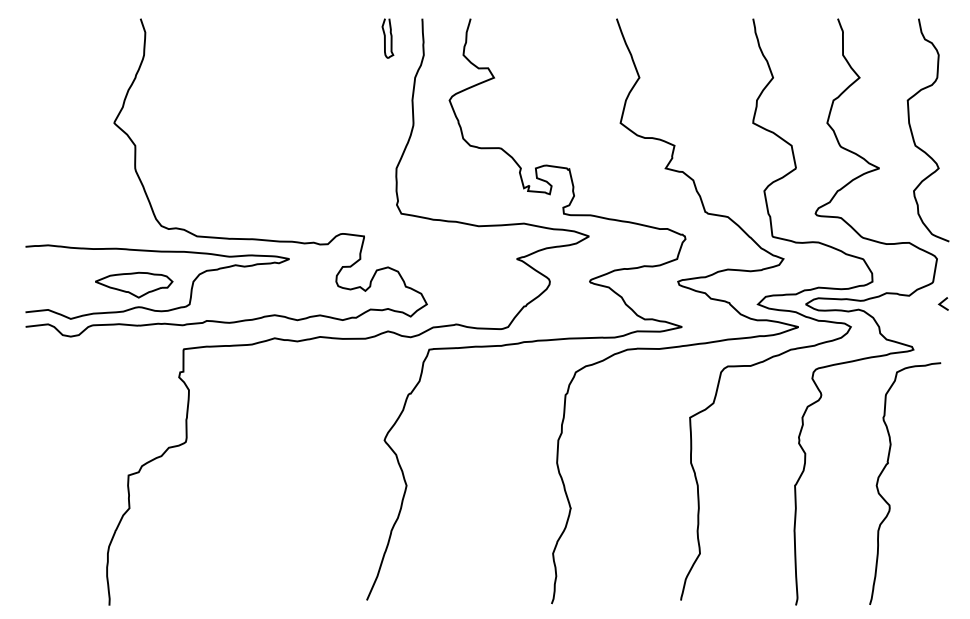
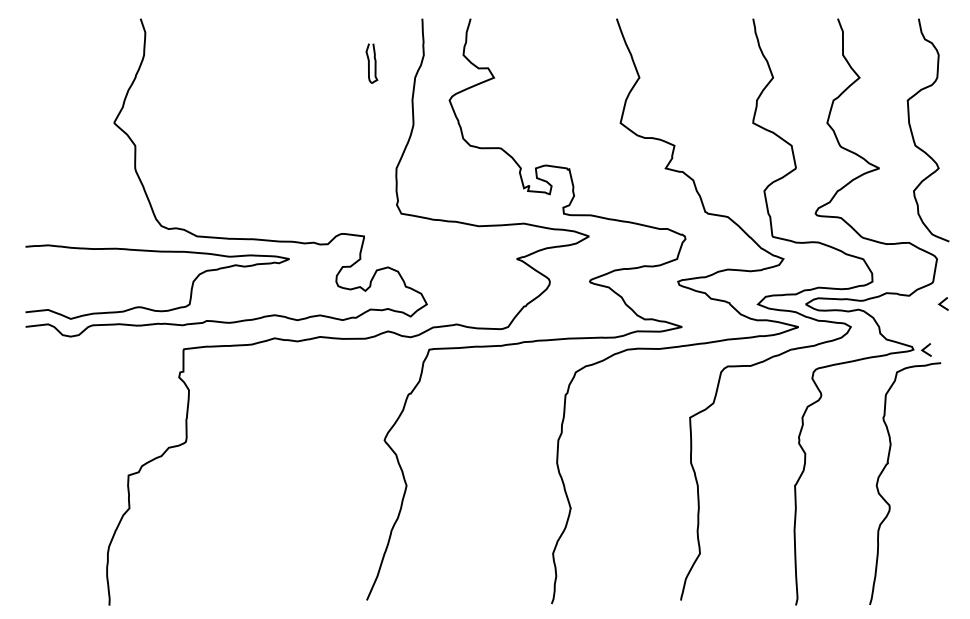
part at (387, 38) position: (387, 38) -> (371, 63)
part at (134, 284): present -> none
line at (926, 348): none -> present
